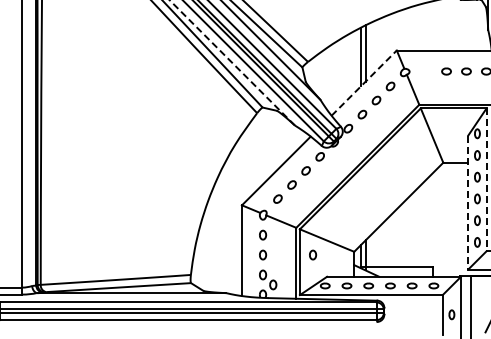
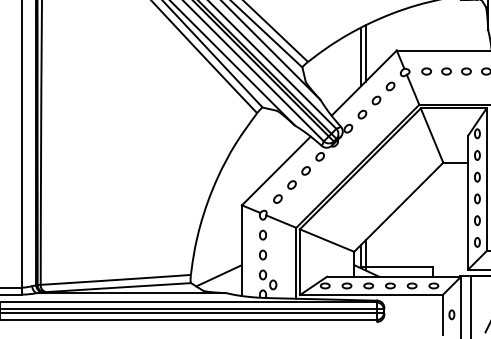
line at (232, 62): dashed -> solid
part at (426, 71): none -> present
line at (364, 82): dashed -> solid
line at (486, 180): dashed -> solid
line at (468, 202): dashed -> solid
part at (313, 254): present -> none
line at (219, 275): none -> present
